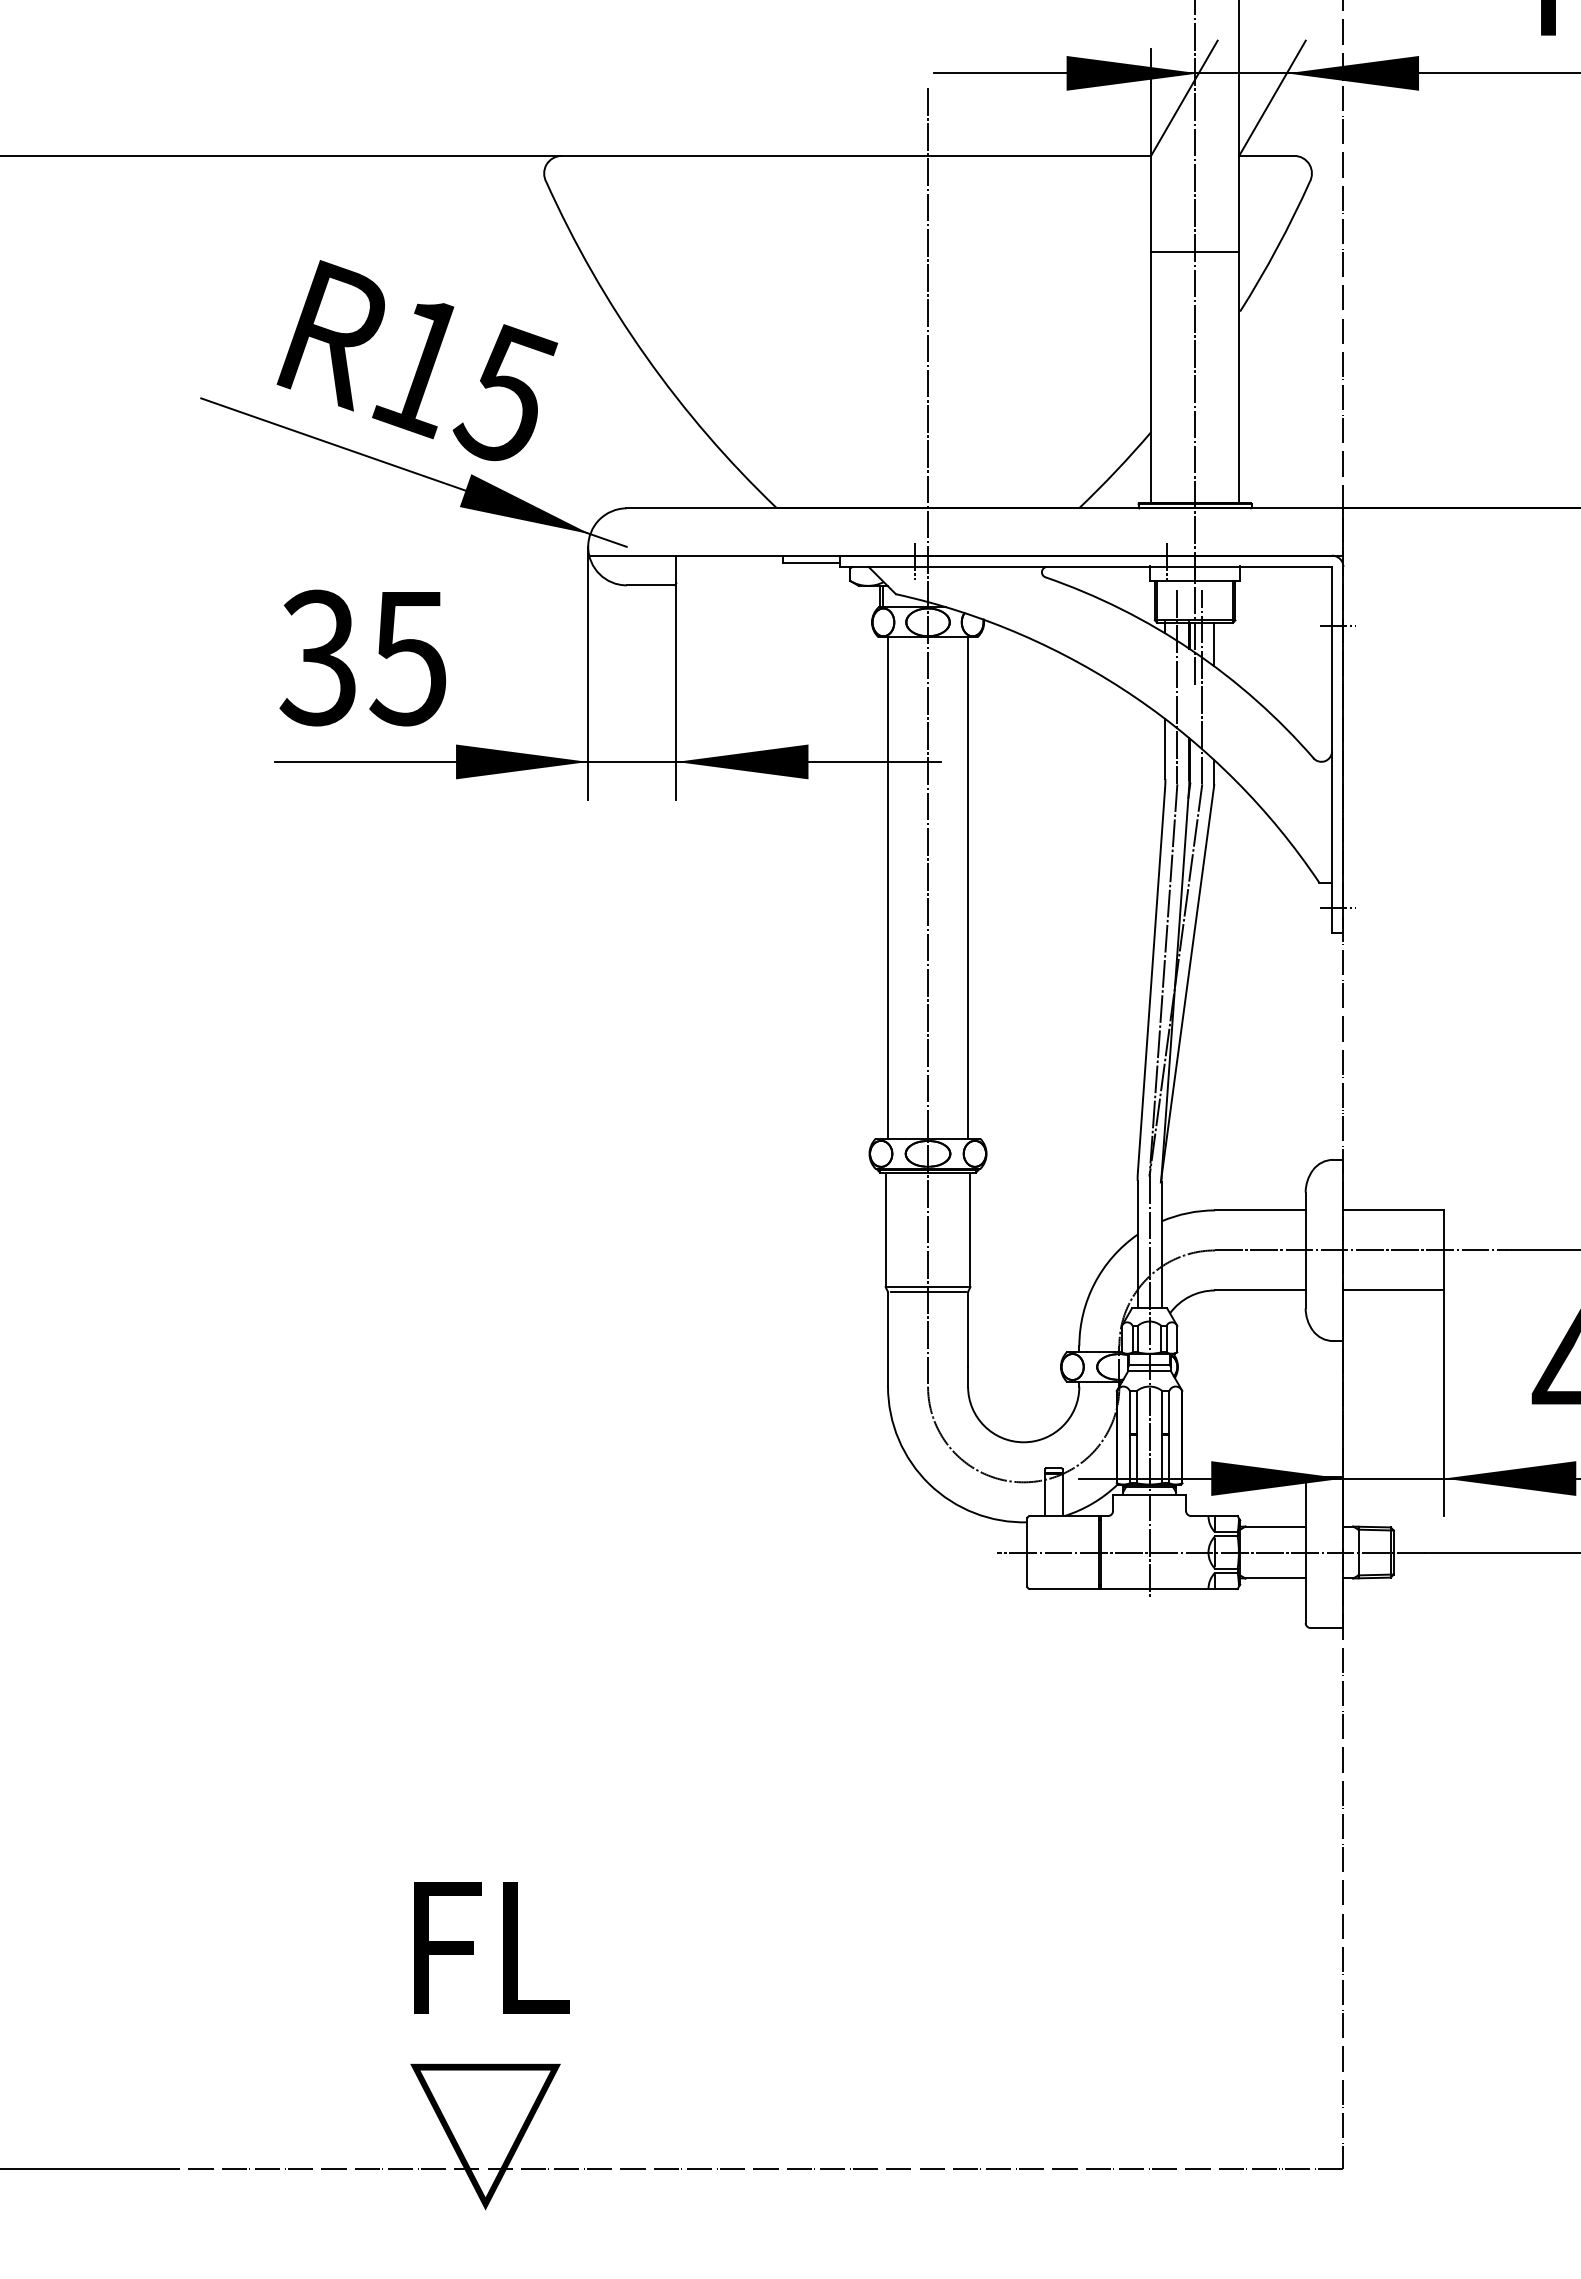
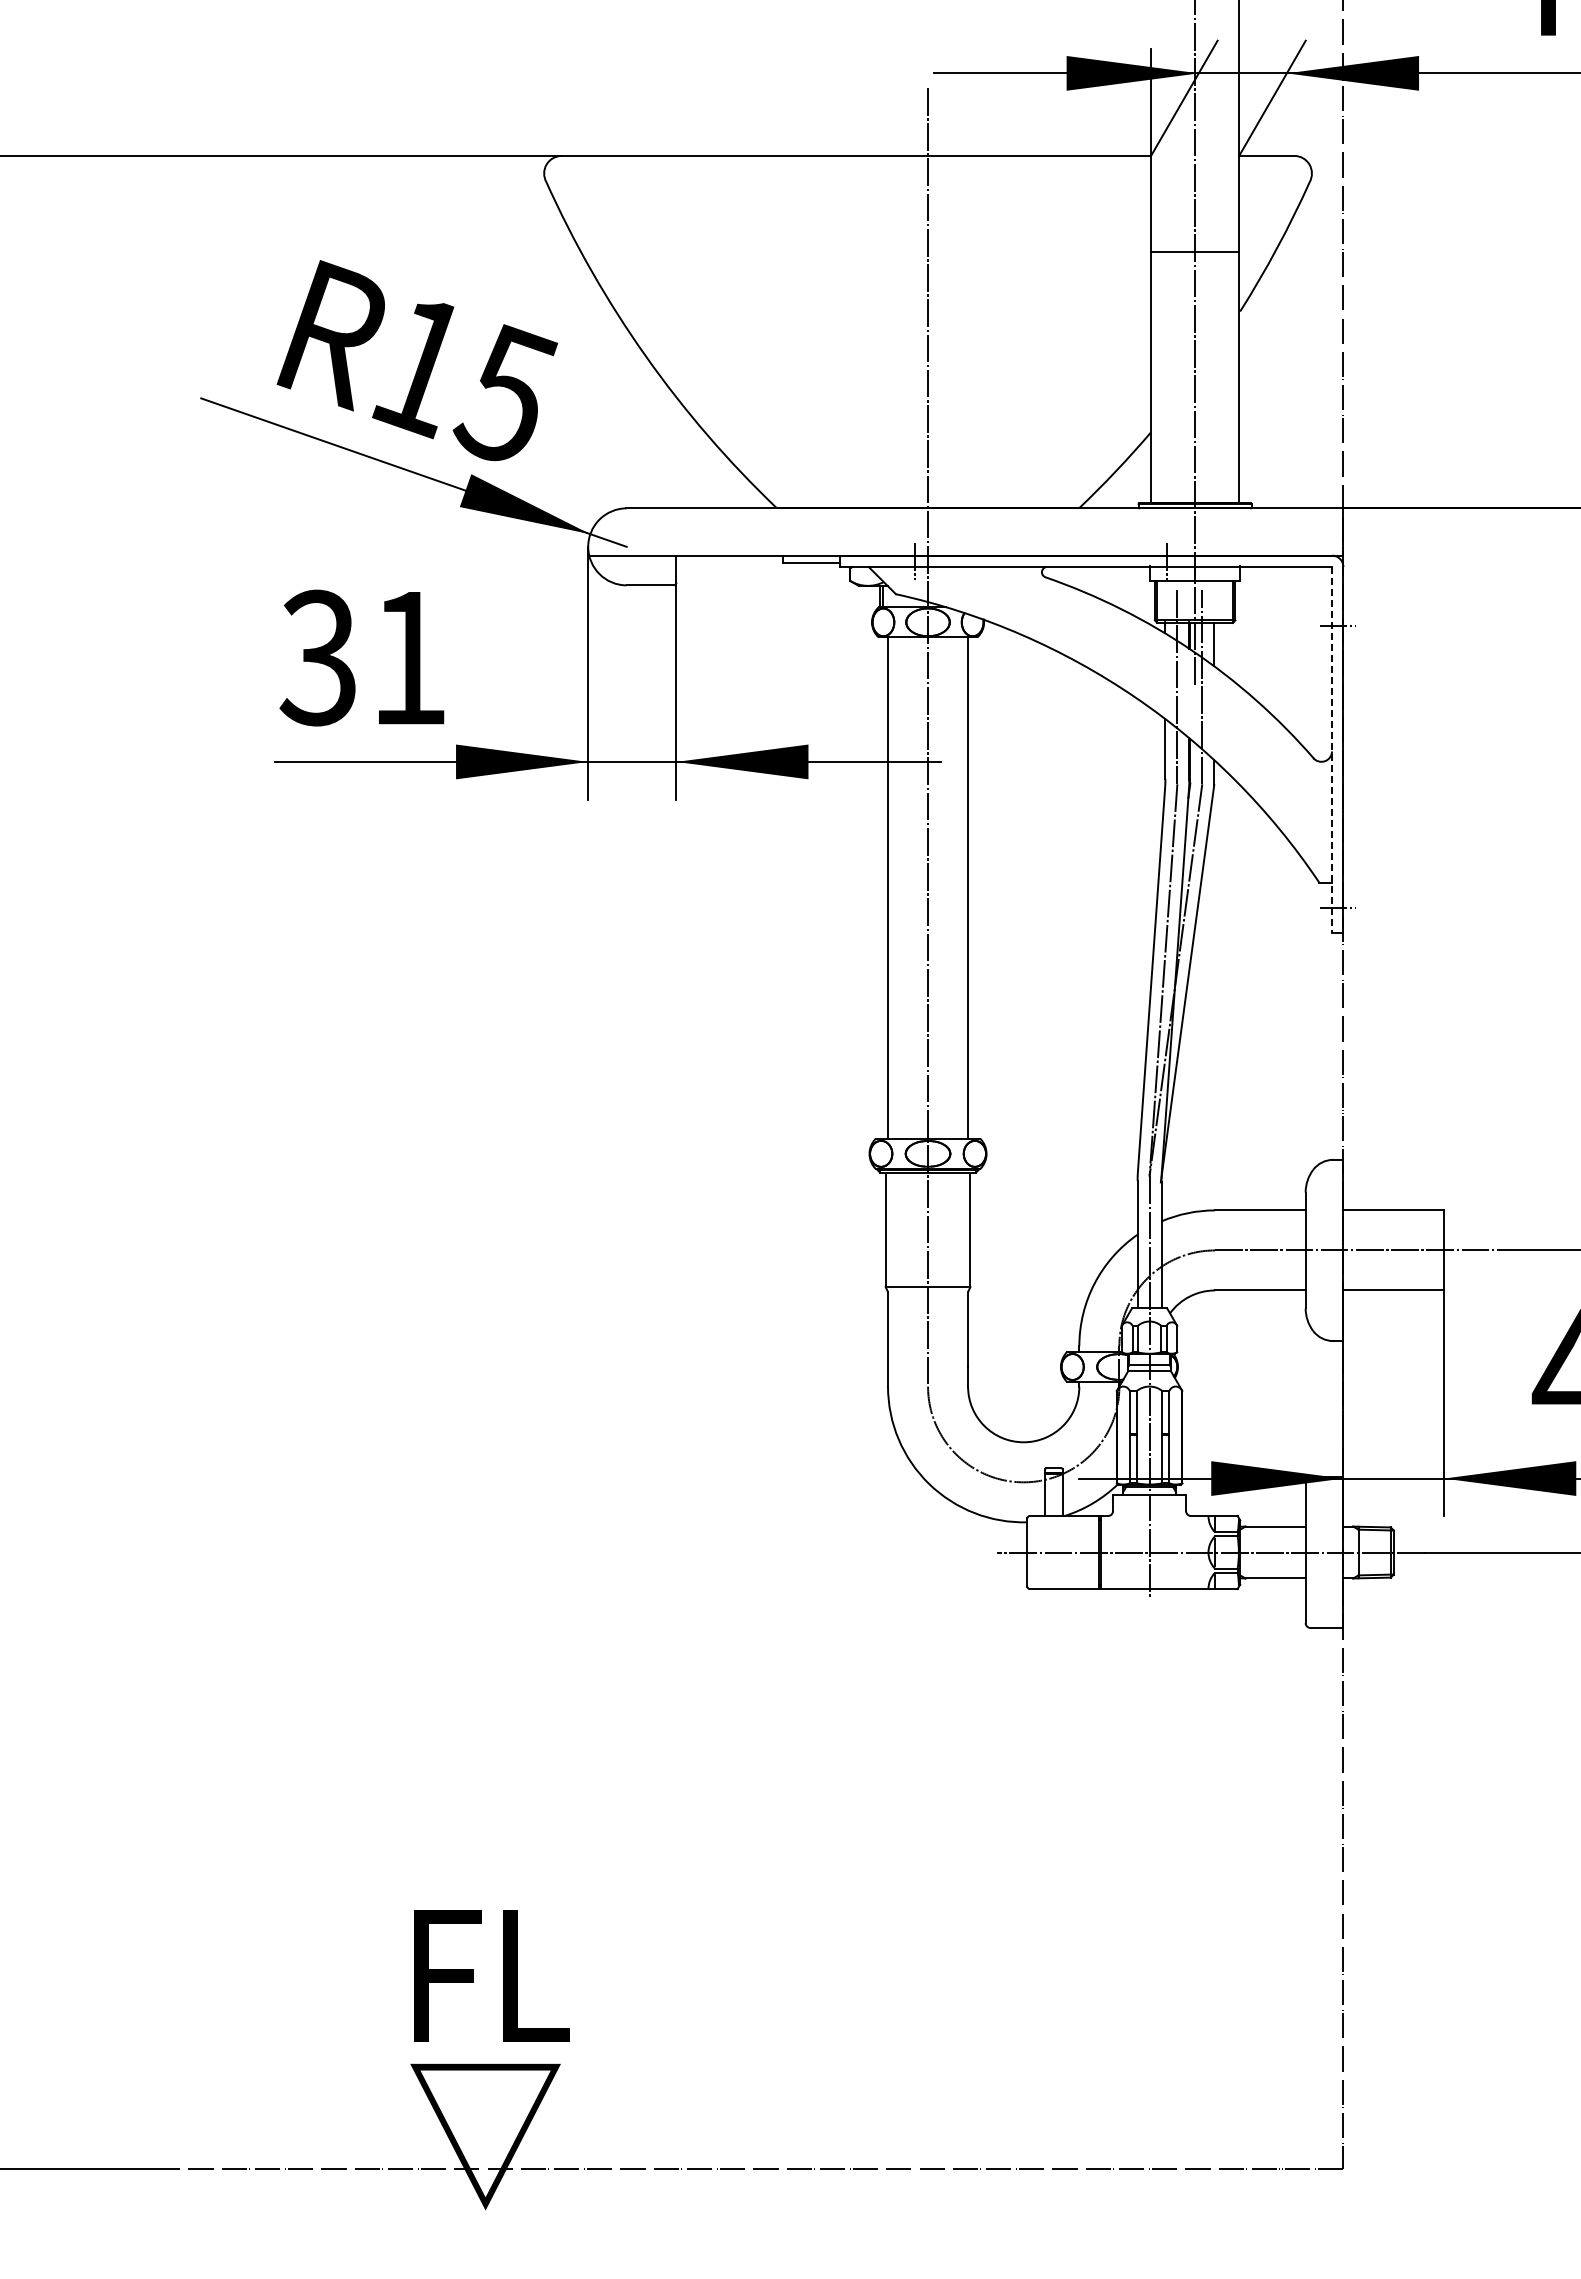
text at (407, 659): 35 -> 31
line at (1332, 750): solid -> dashed
line at (927, 1292): present -> none
text at (491, 1947) position: (491, 1947) -> (491, 1975)
